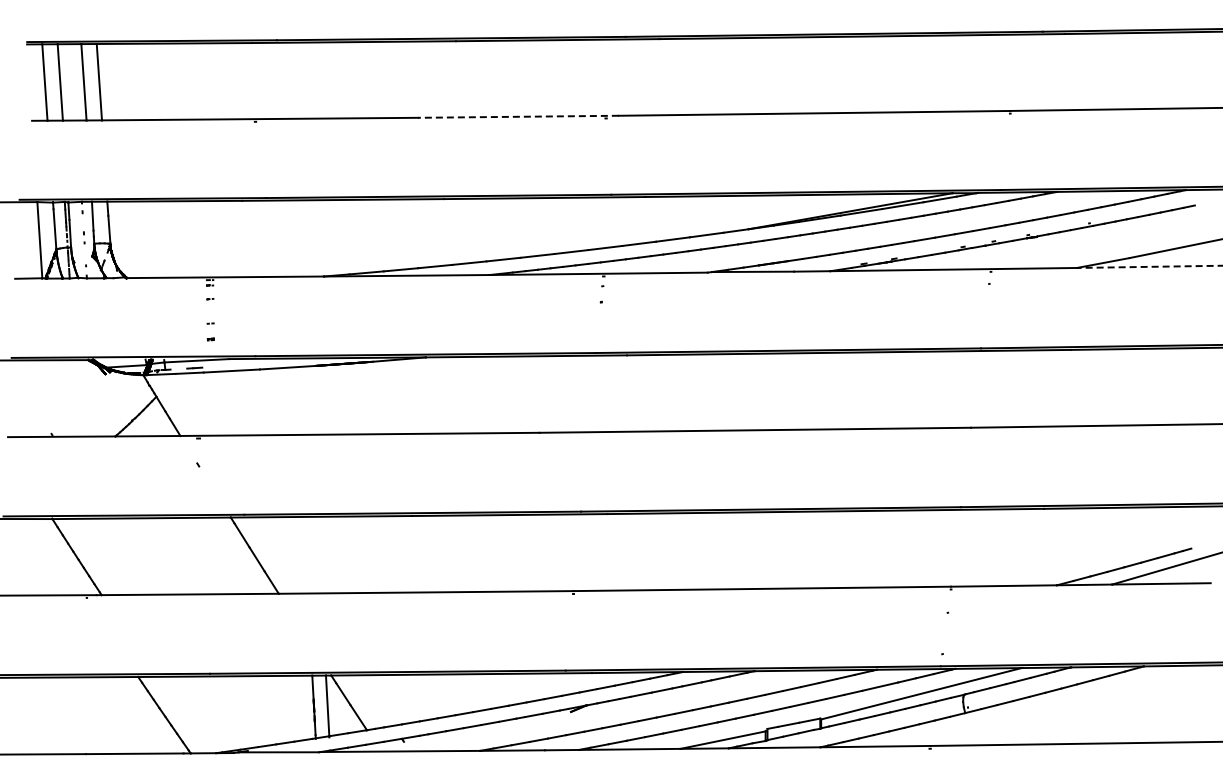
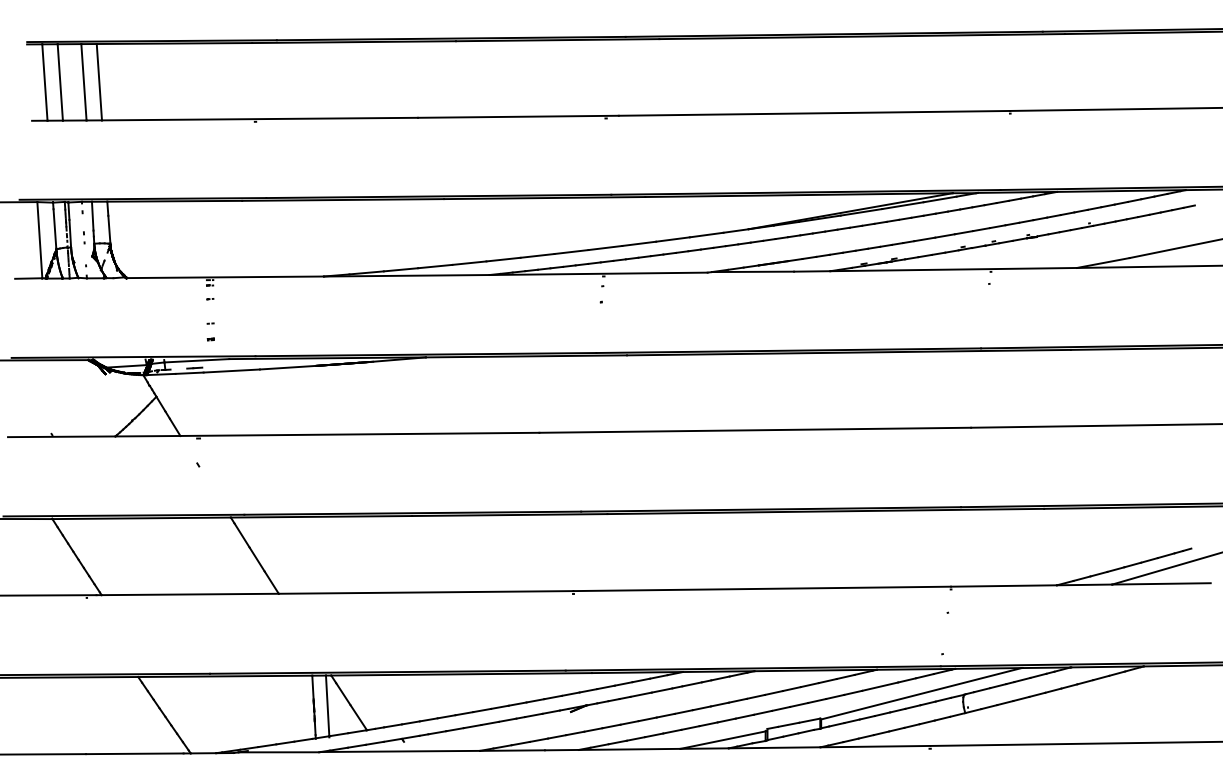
line at (517, 116): dashed -> solid
line at (1149, 266): dashed -> solid
